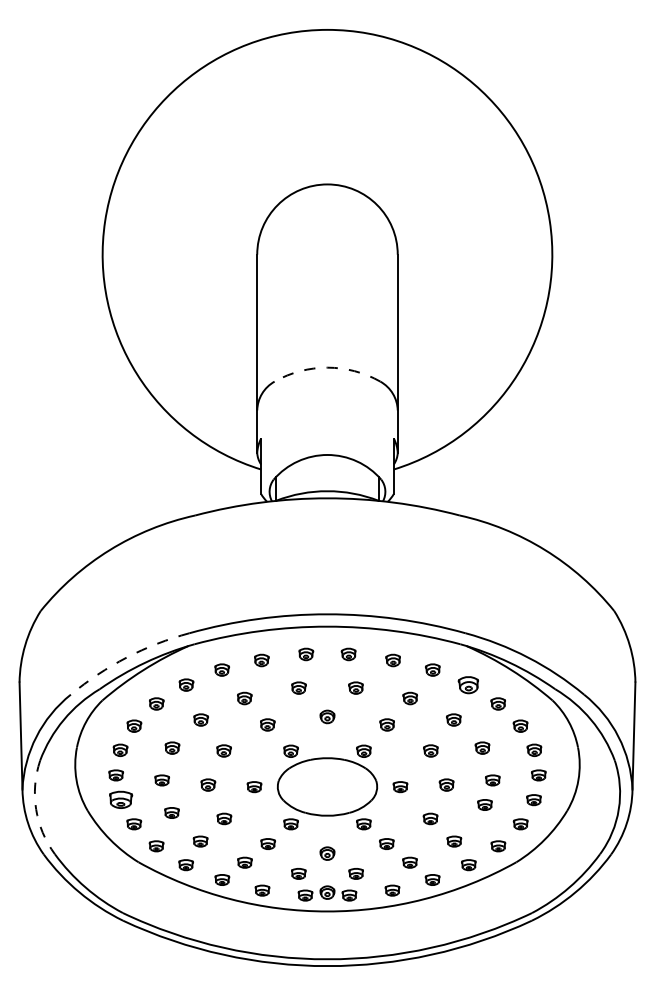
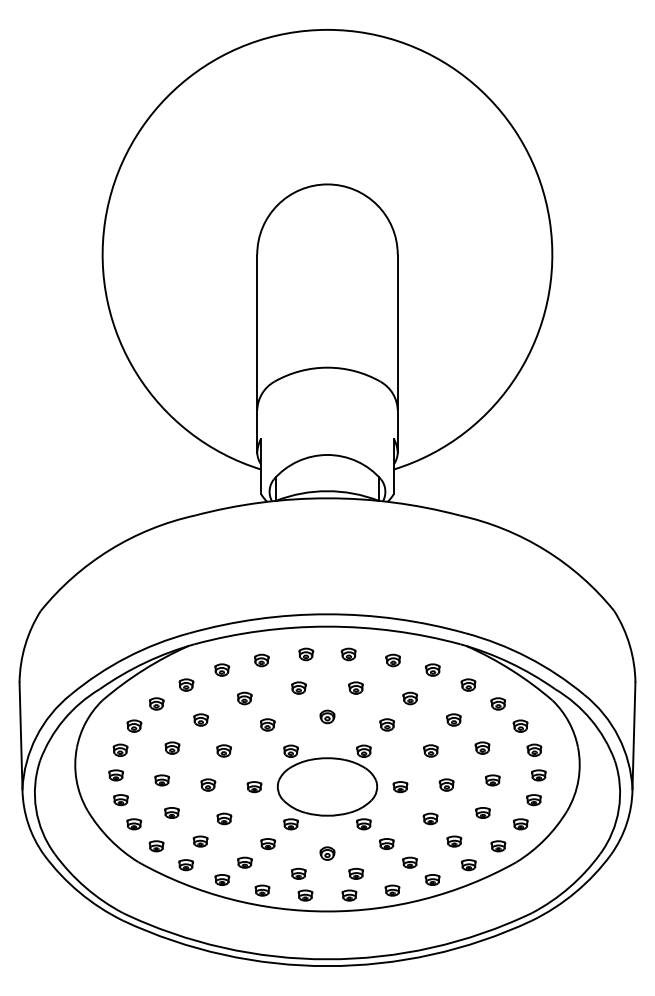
arc at (327, 367): dashed -> solid
arc at (126, 657): dashed -> solid
part at (467, 685) size: 22x19 px -> 17x14 px
part at (121, 799) size: 25x19 px -> 16x13 px
part at (484, 804) position: (484, 804) -> (482, 812)
arc at (36, 809): dashed -> solid
part at (327, 892): present -> none
